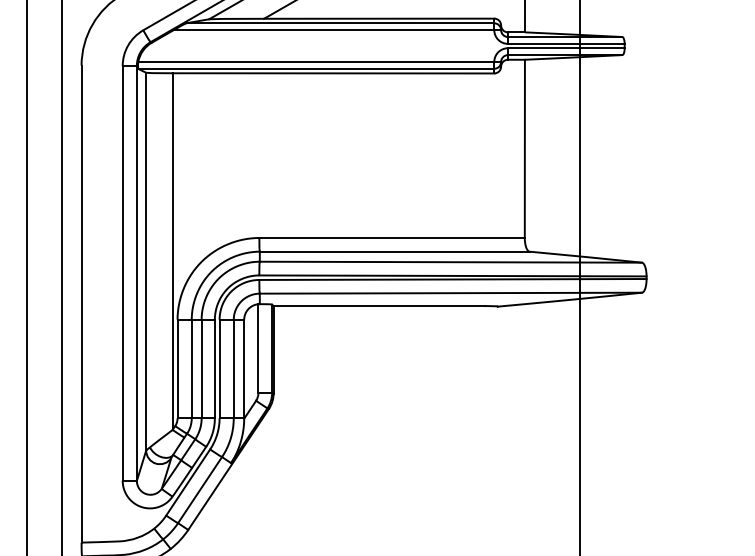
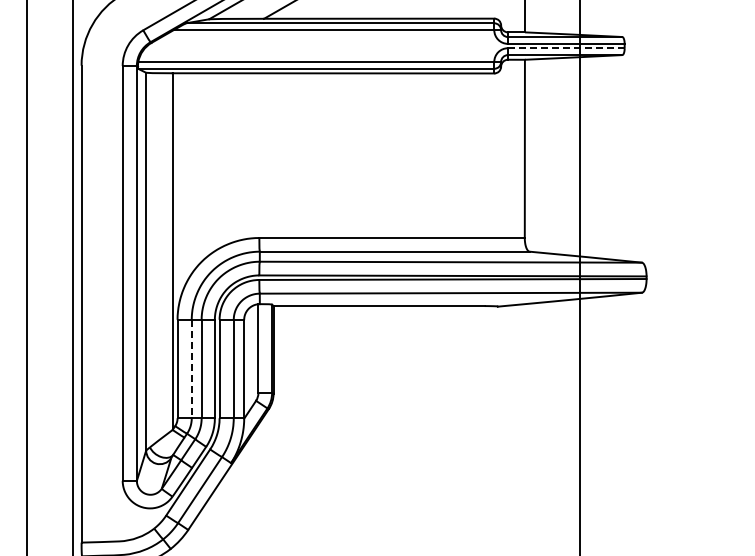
line at (566, 48): solid -> dashed
line at (62, 277) position: (62, 277) -> (73, 277)
line at (191, 369): solid -> dashed
